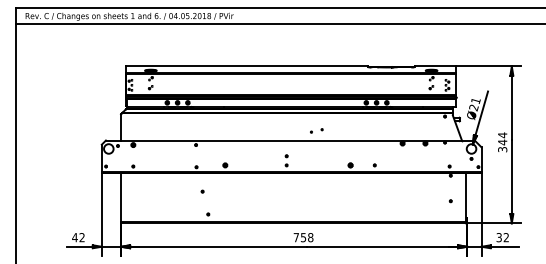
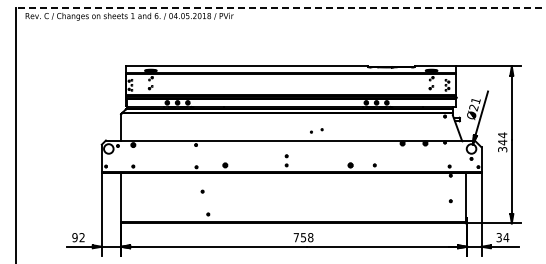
line at (280, 8): solid -> dashed
line at (279, 24): present -> none
text at (74, 237): 42 -> 92
text at (506, 237): 32 -> 34
